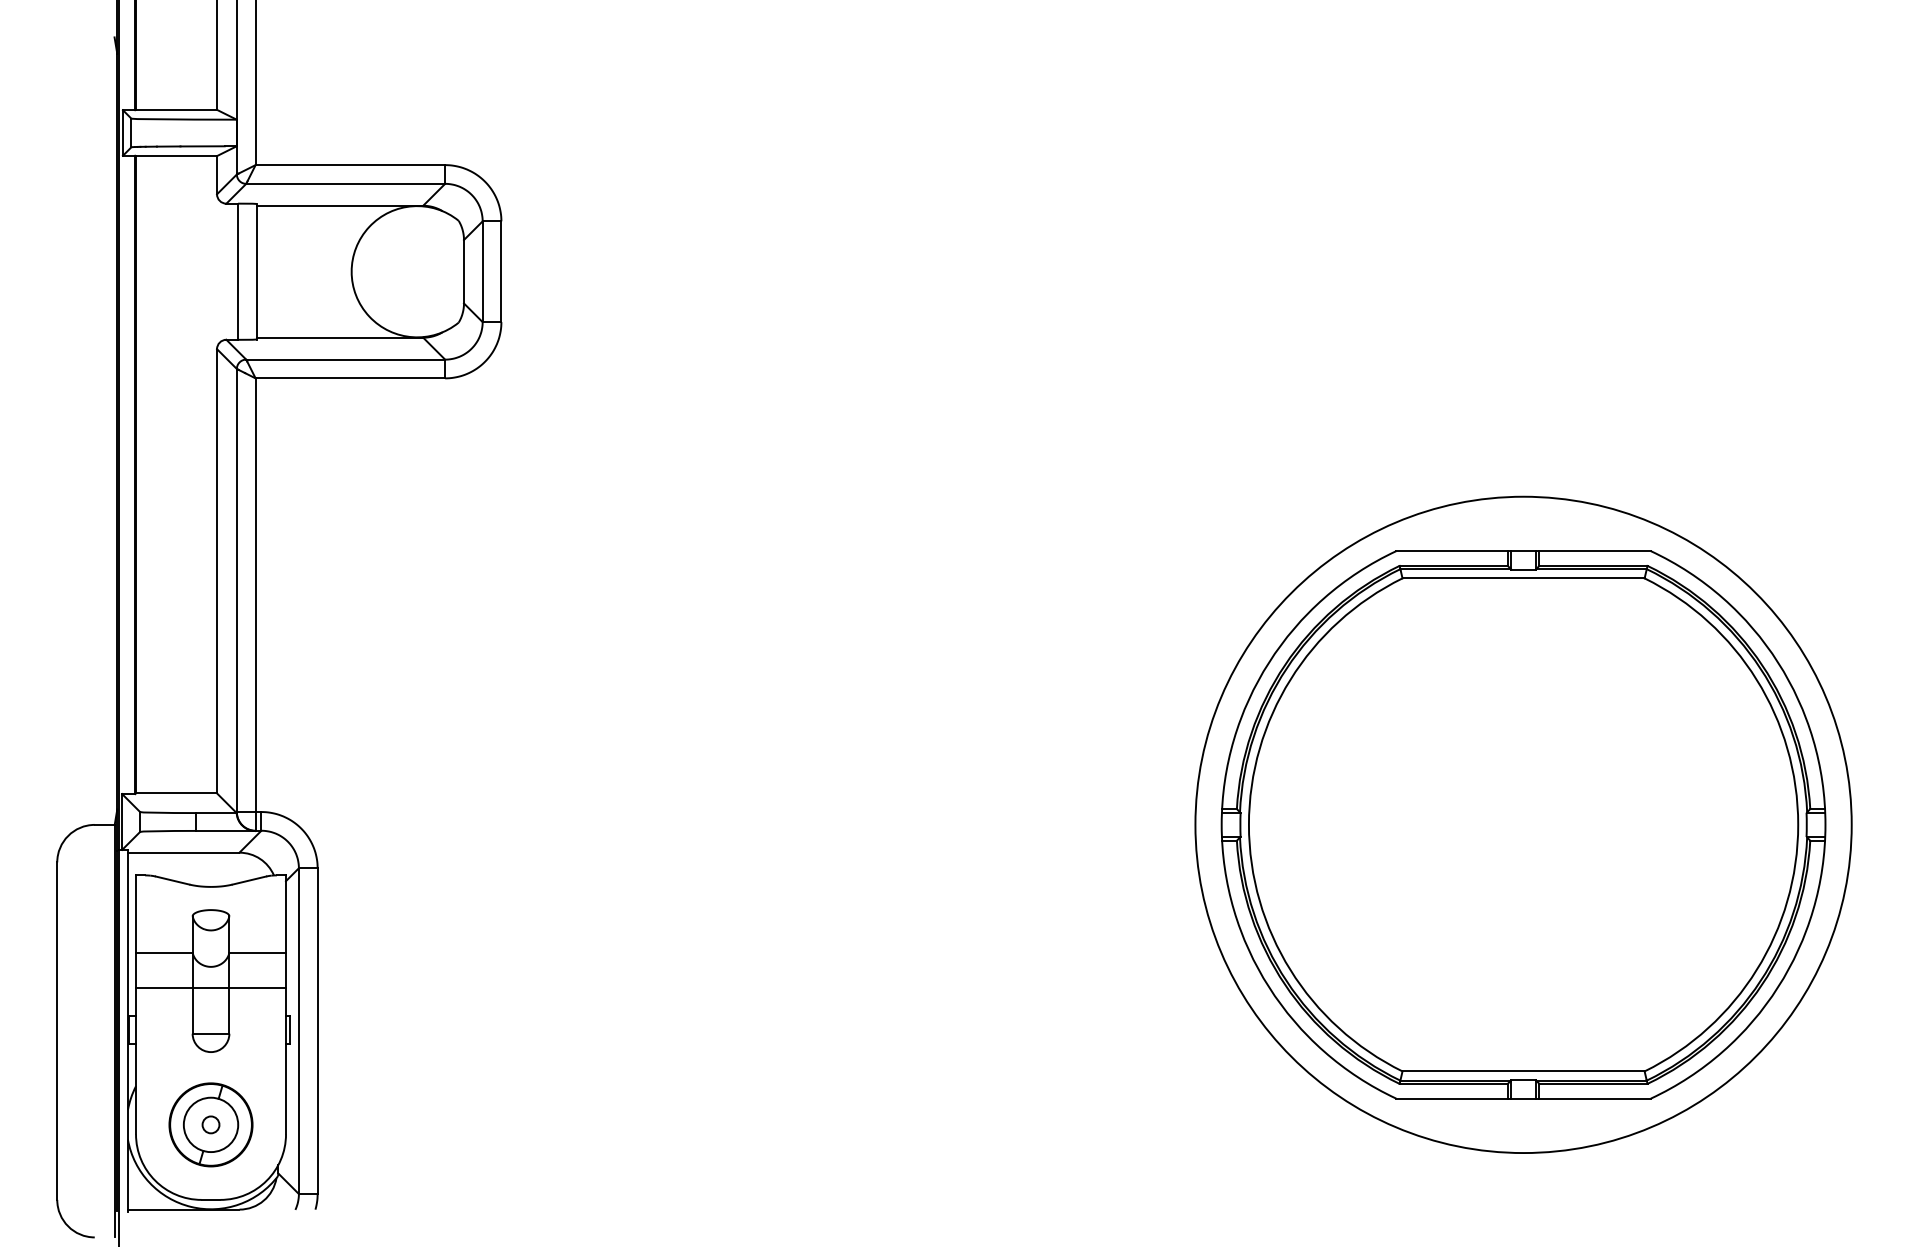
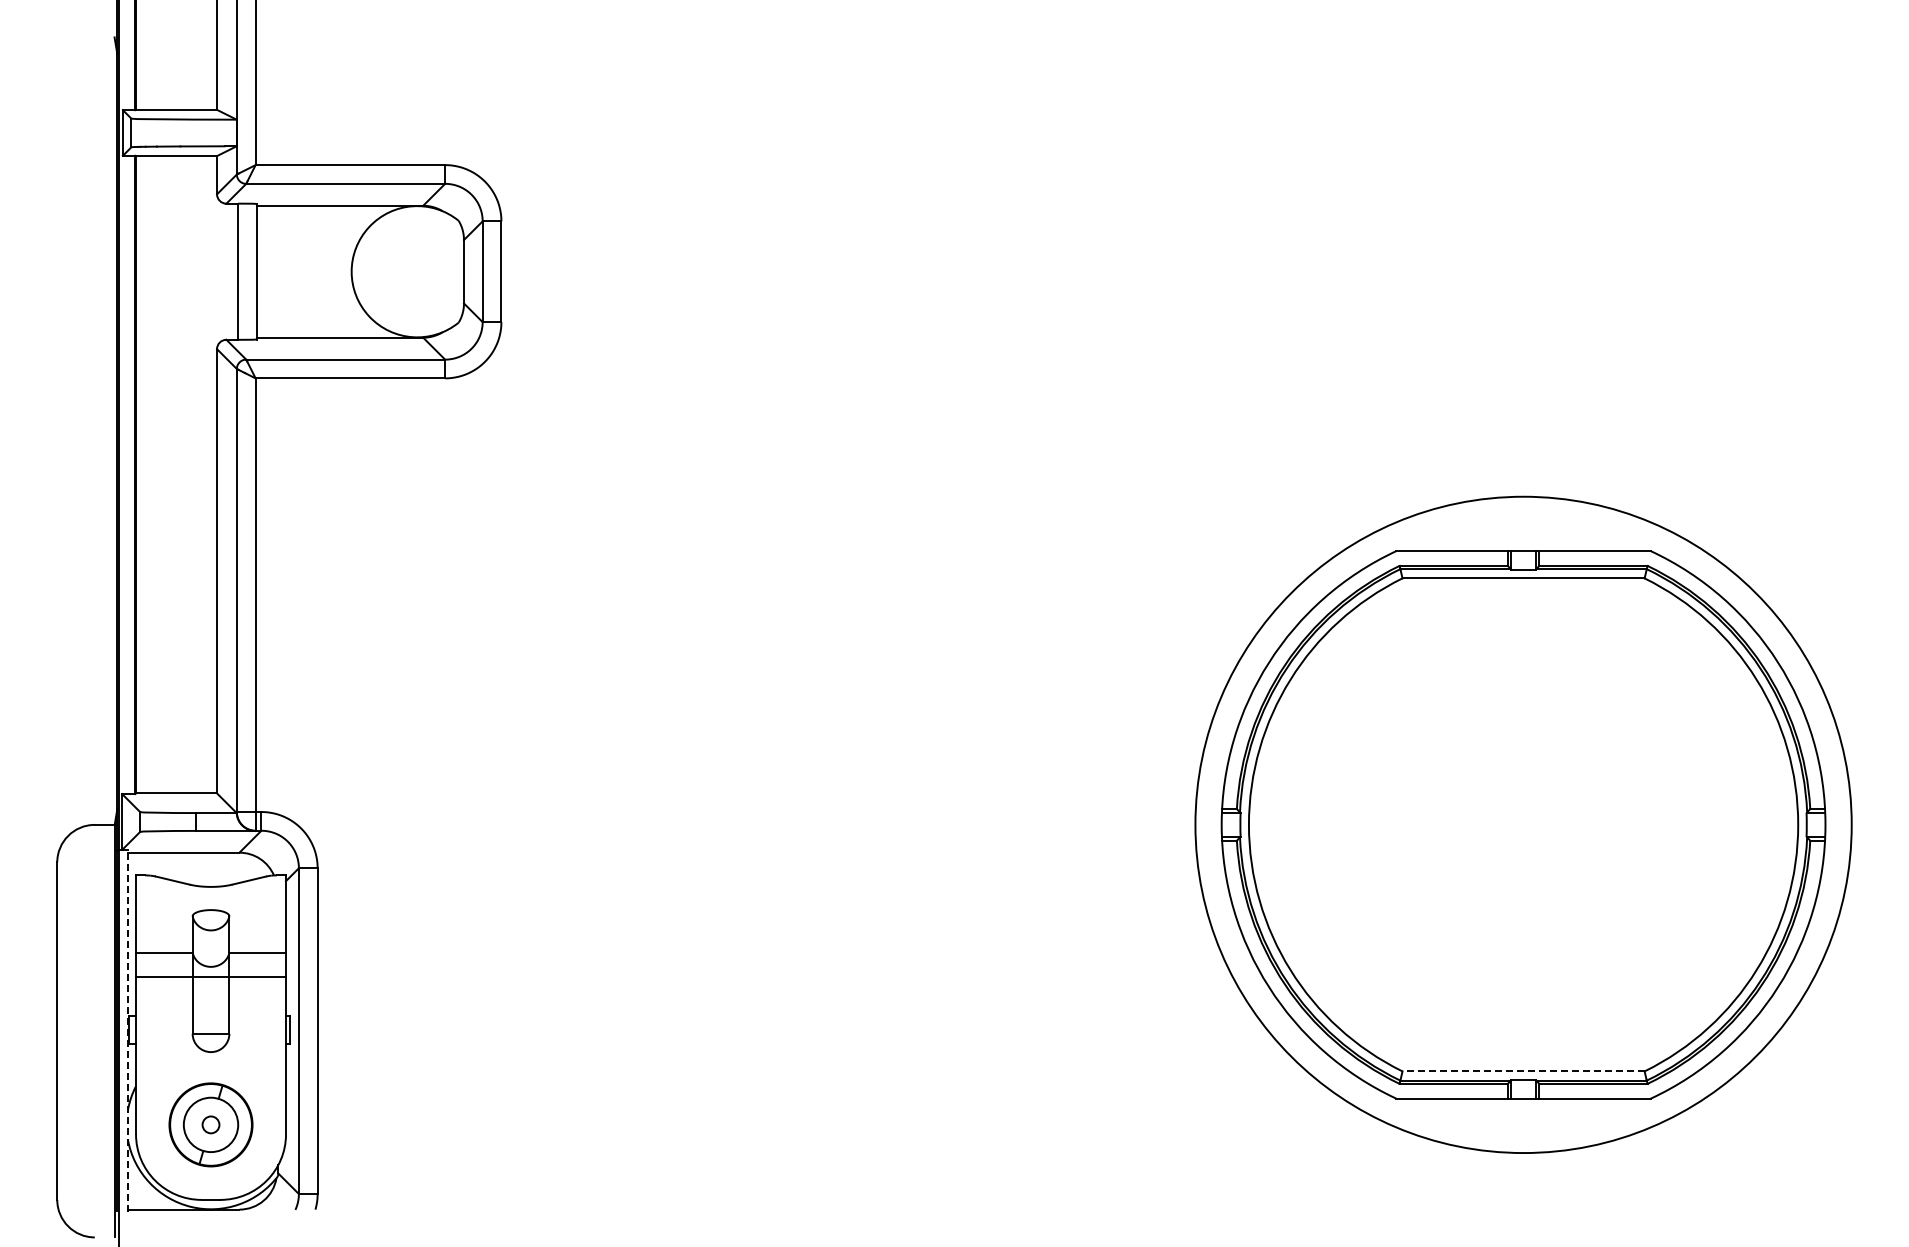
line at (211, 988) position: (211, 988) -> (211, 977)
line at (127, 1030): solid -> dashed
line at (1523, 1071): solid -> dashed
